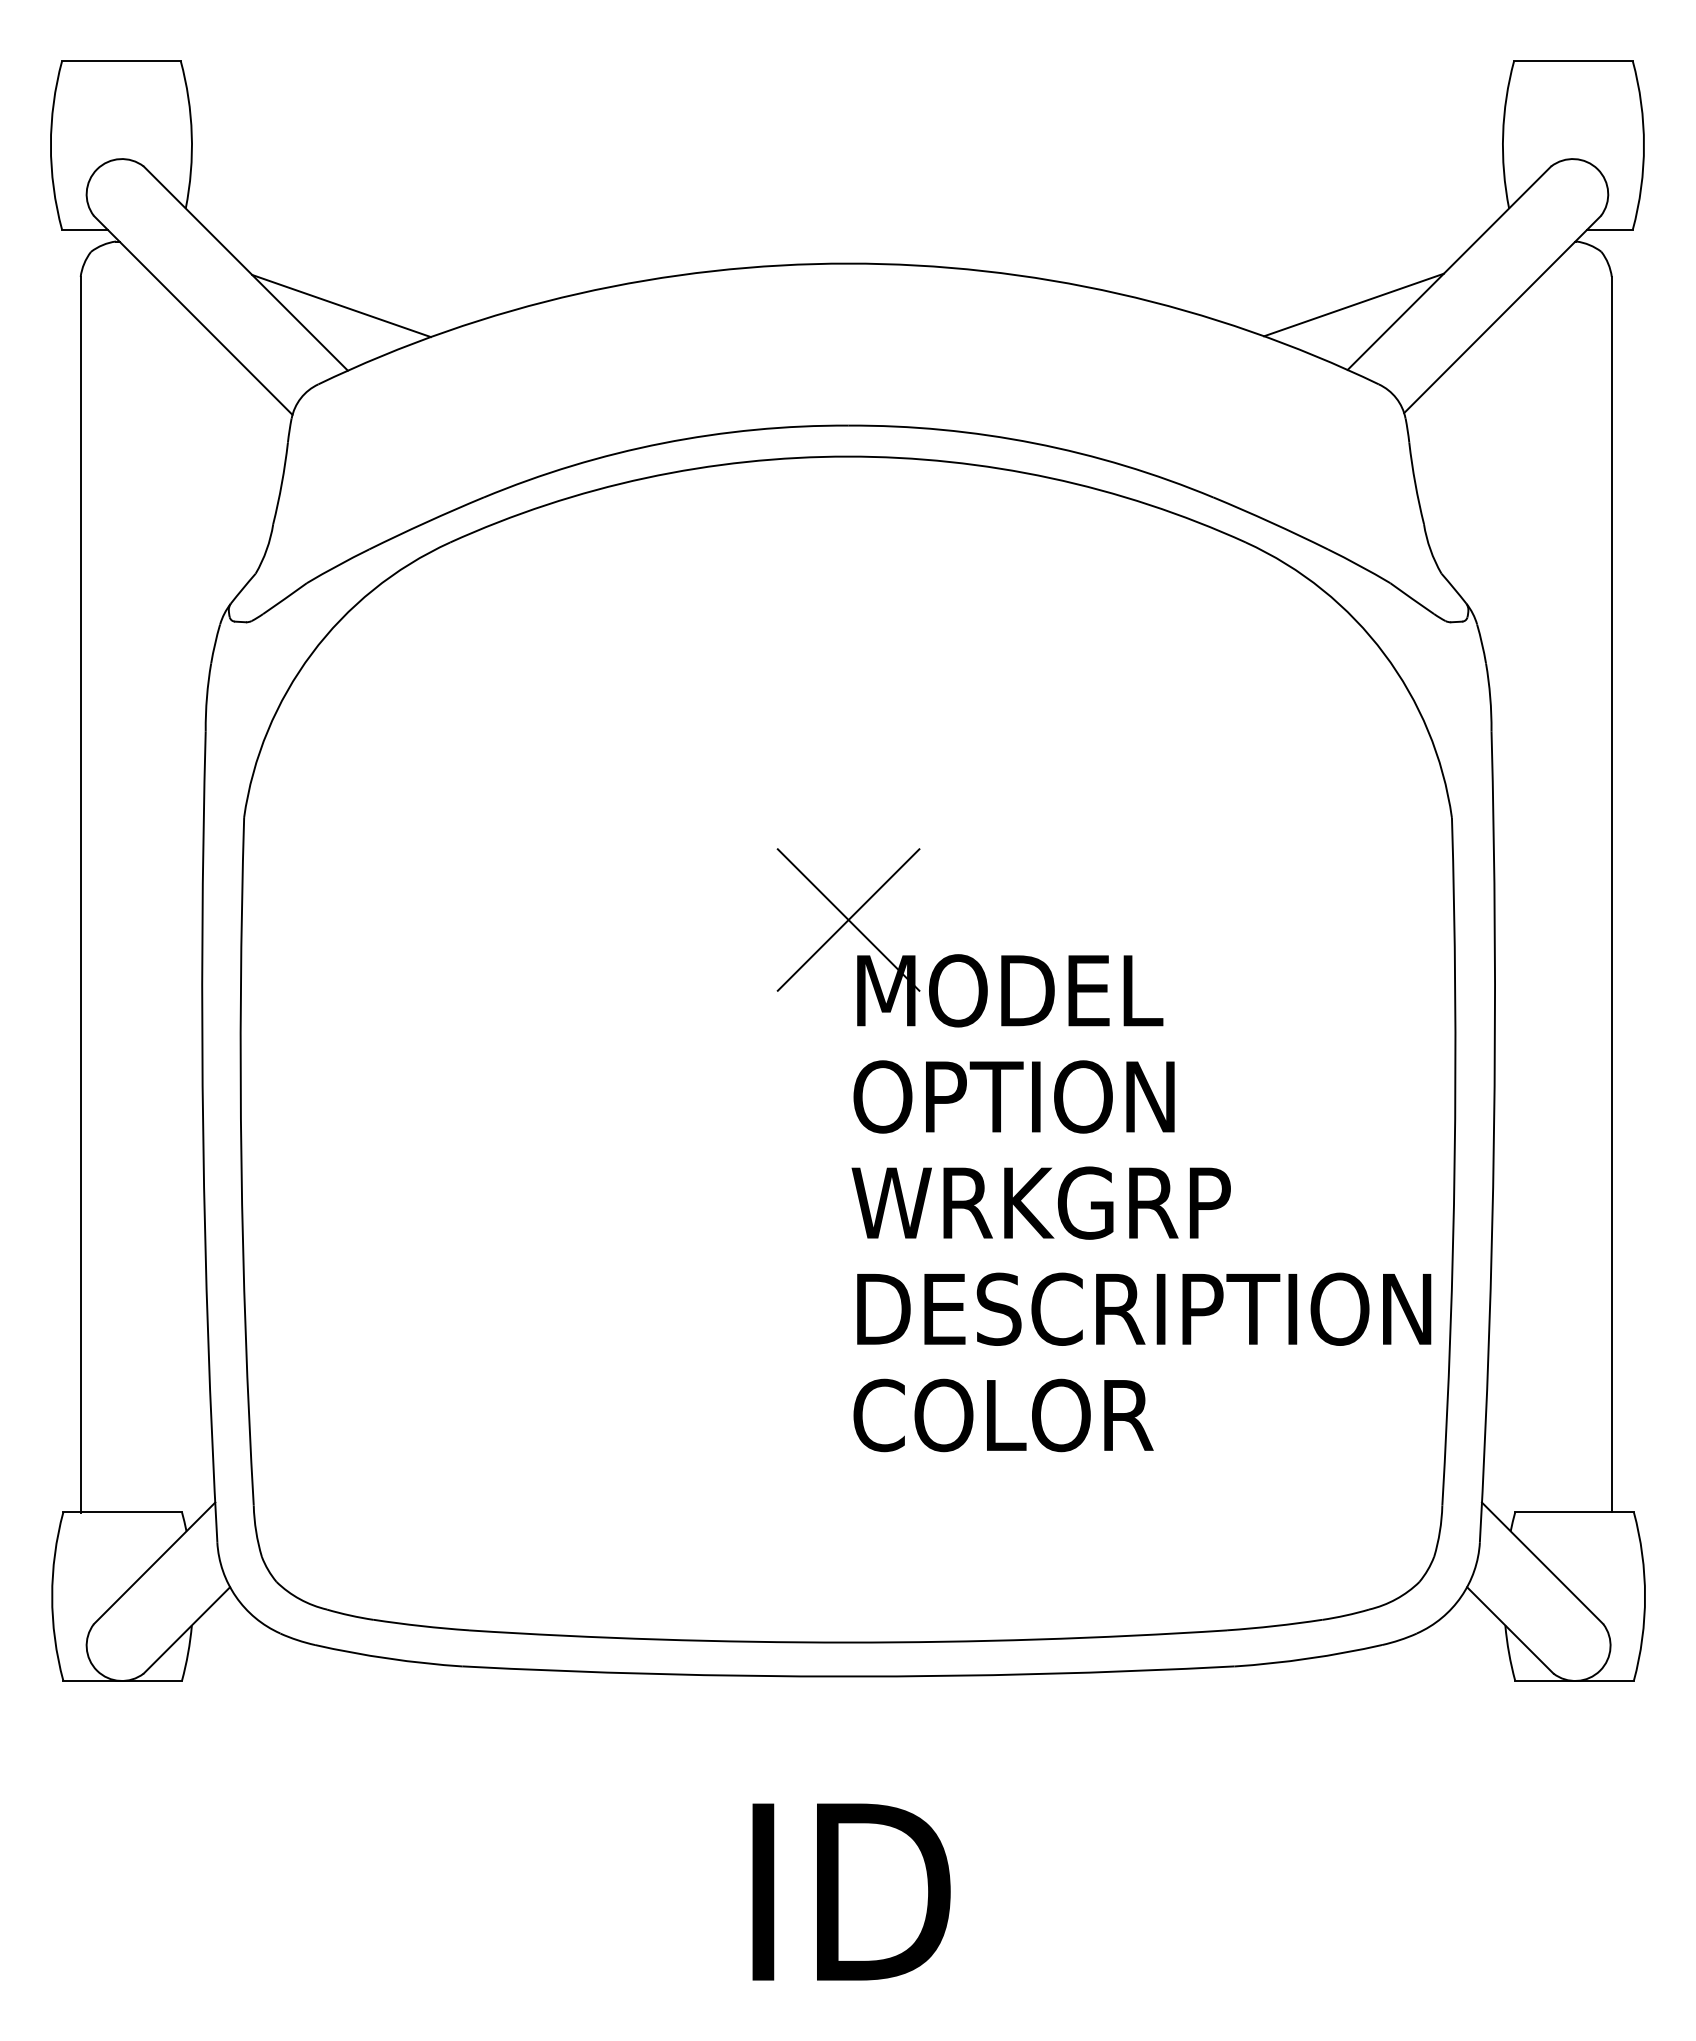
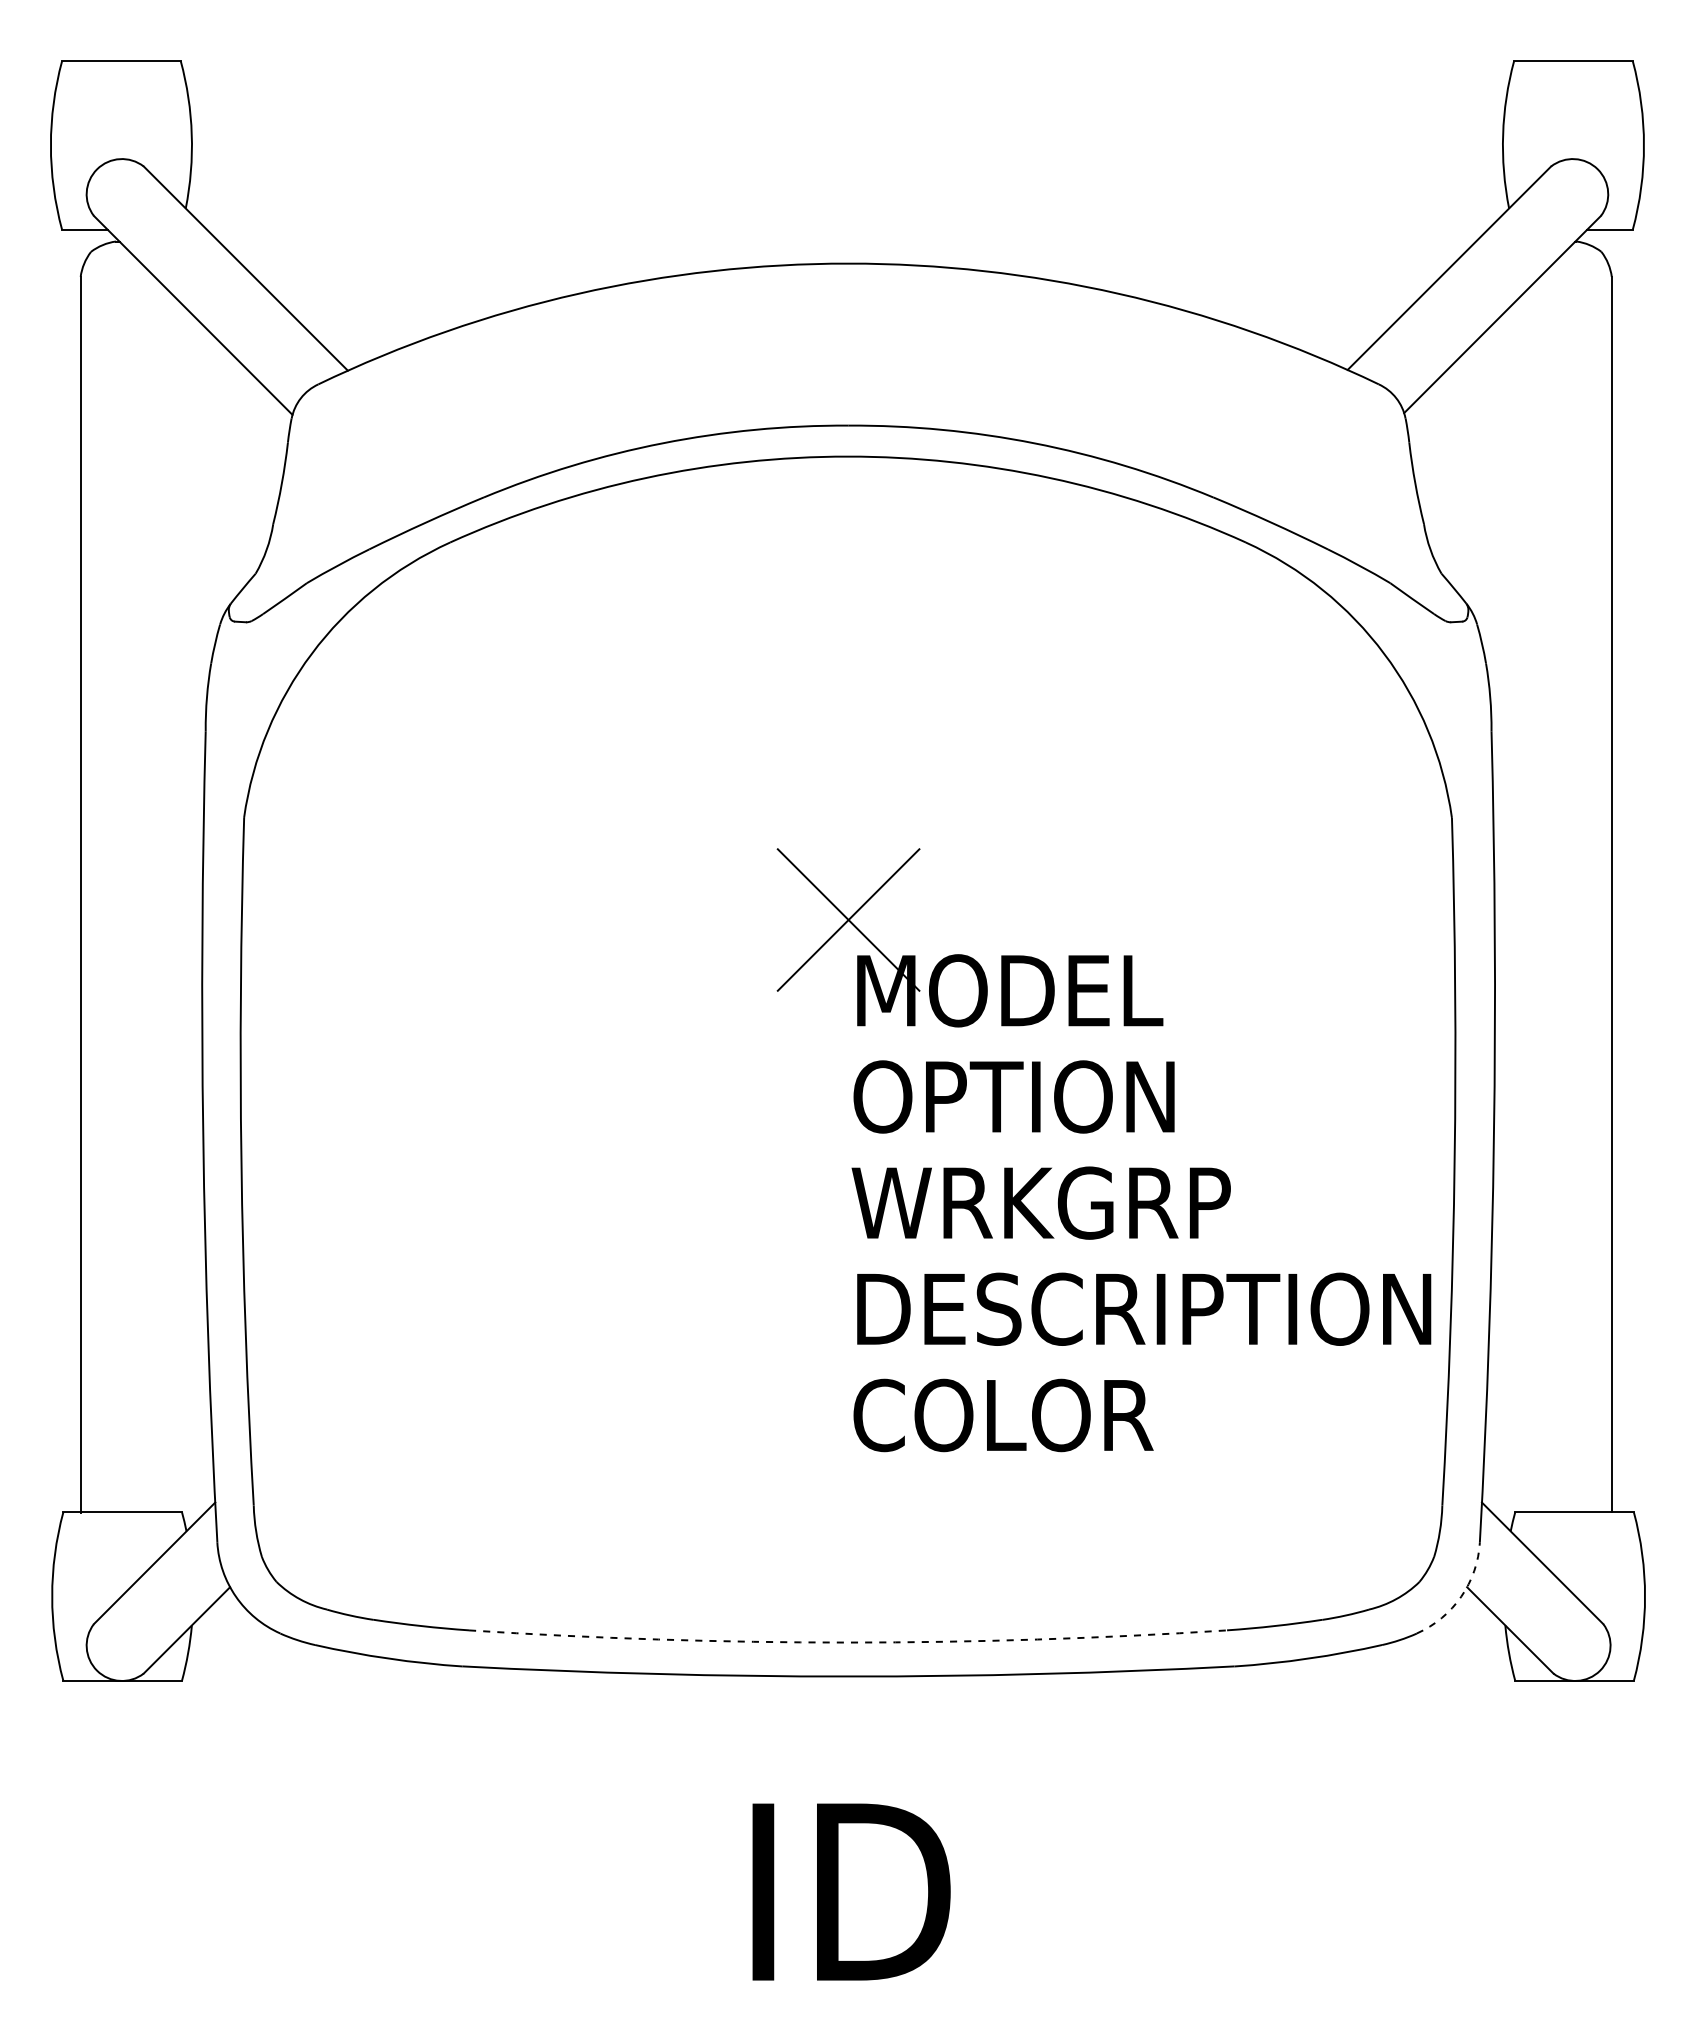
line at (1353, 304): present -> none
line at (341, 305): present -> none
arc at (1461, 1596): solid -> dashed
arc at (848, 1642): solid -> dashed
